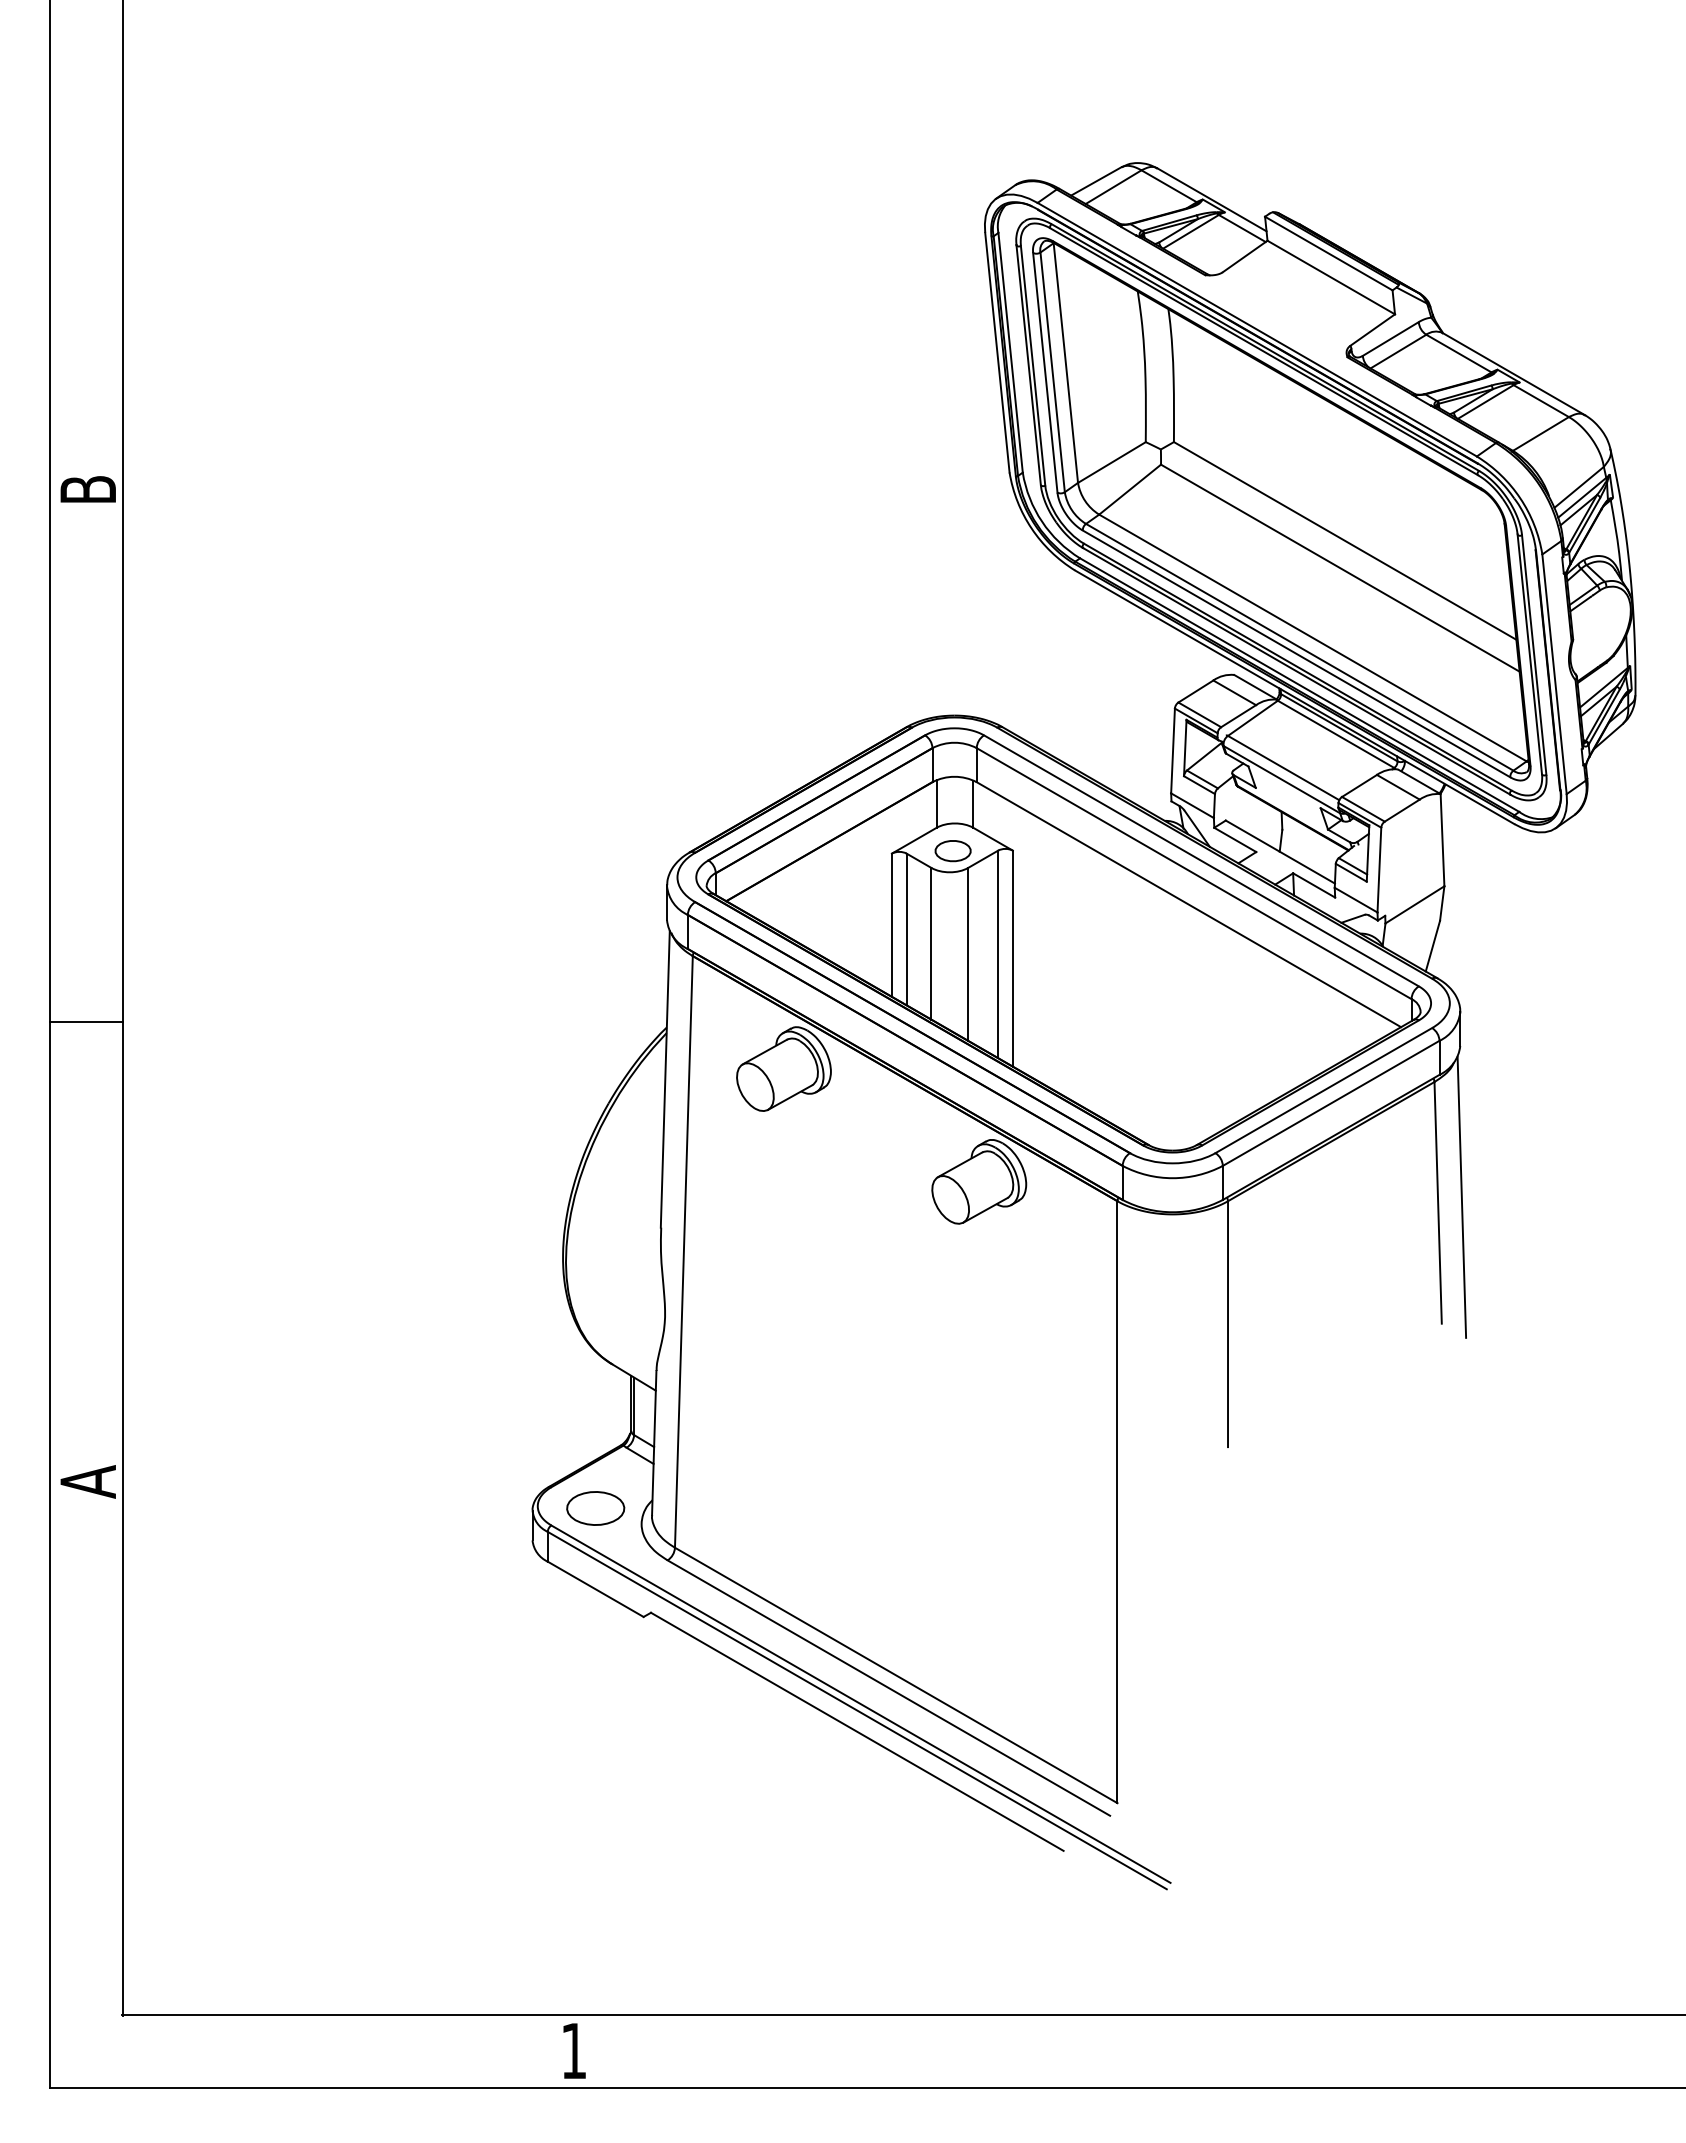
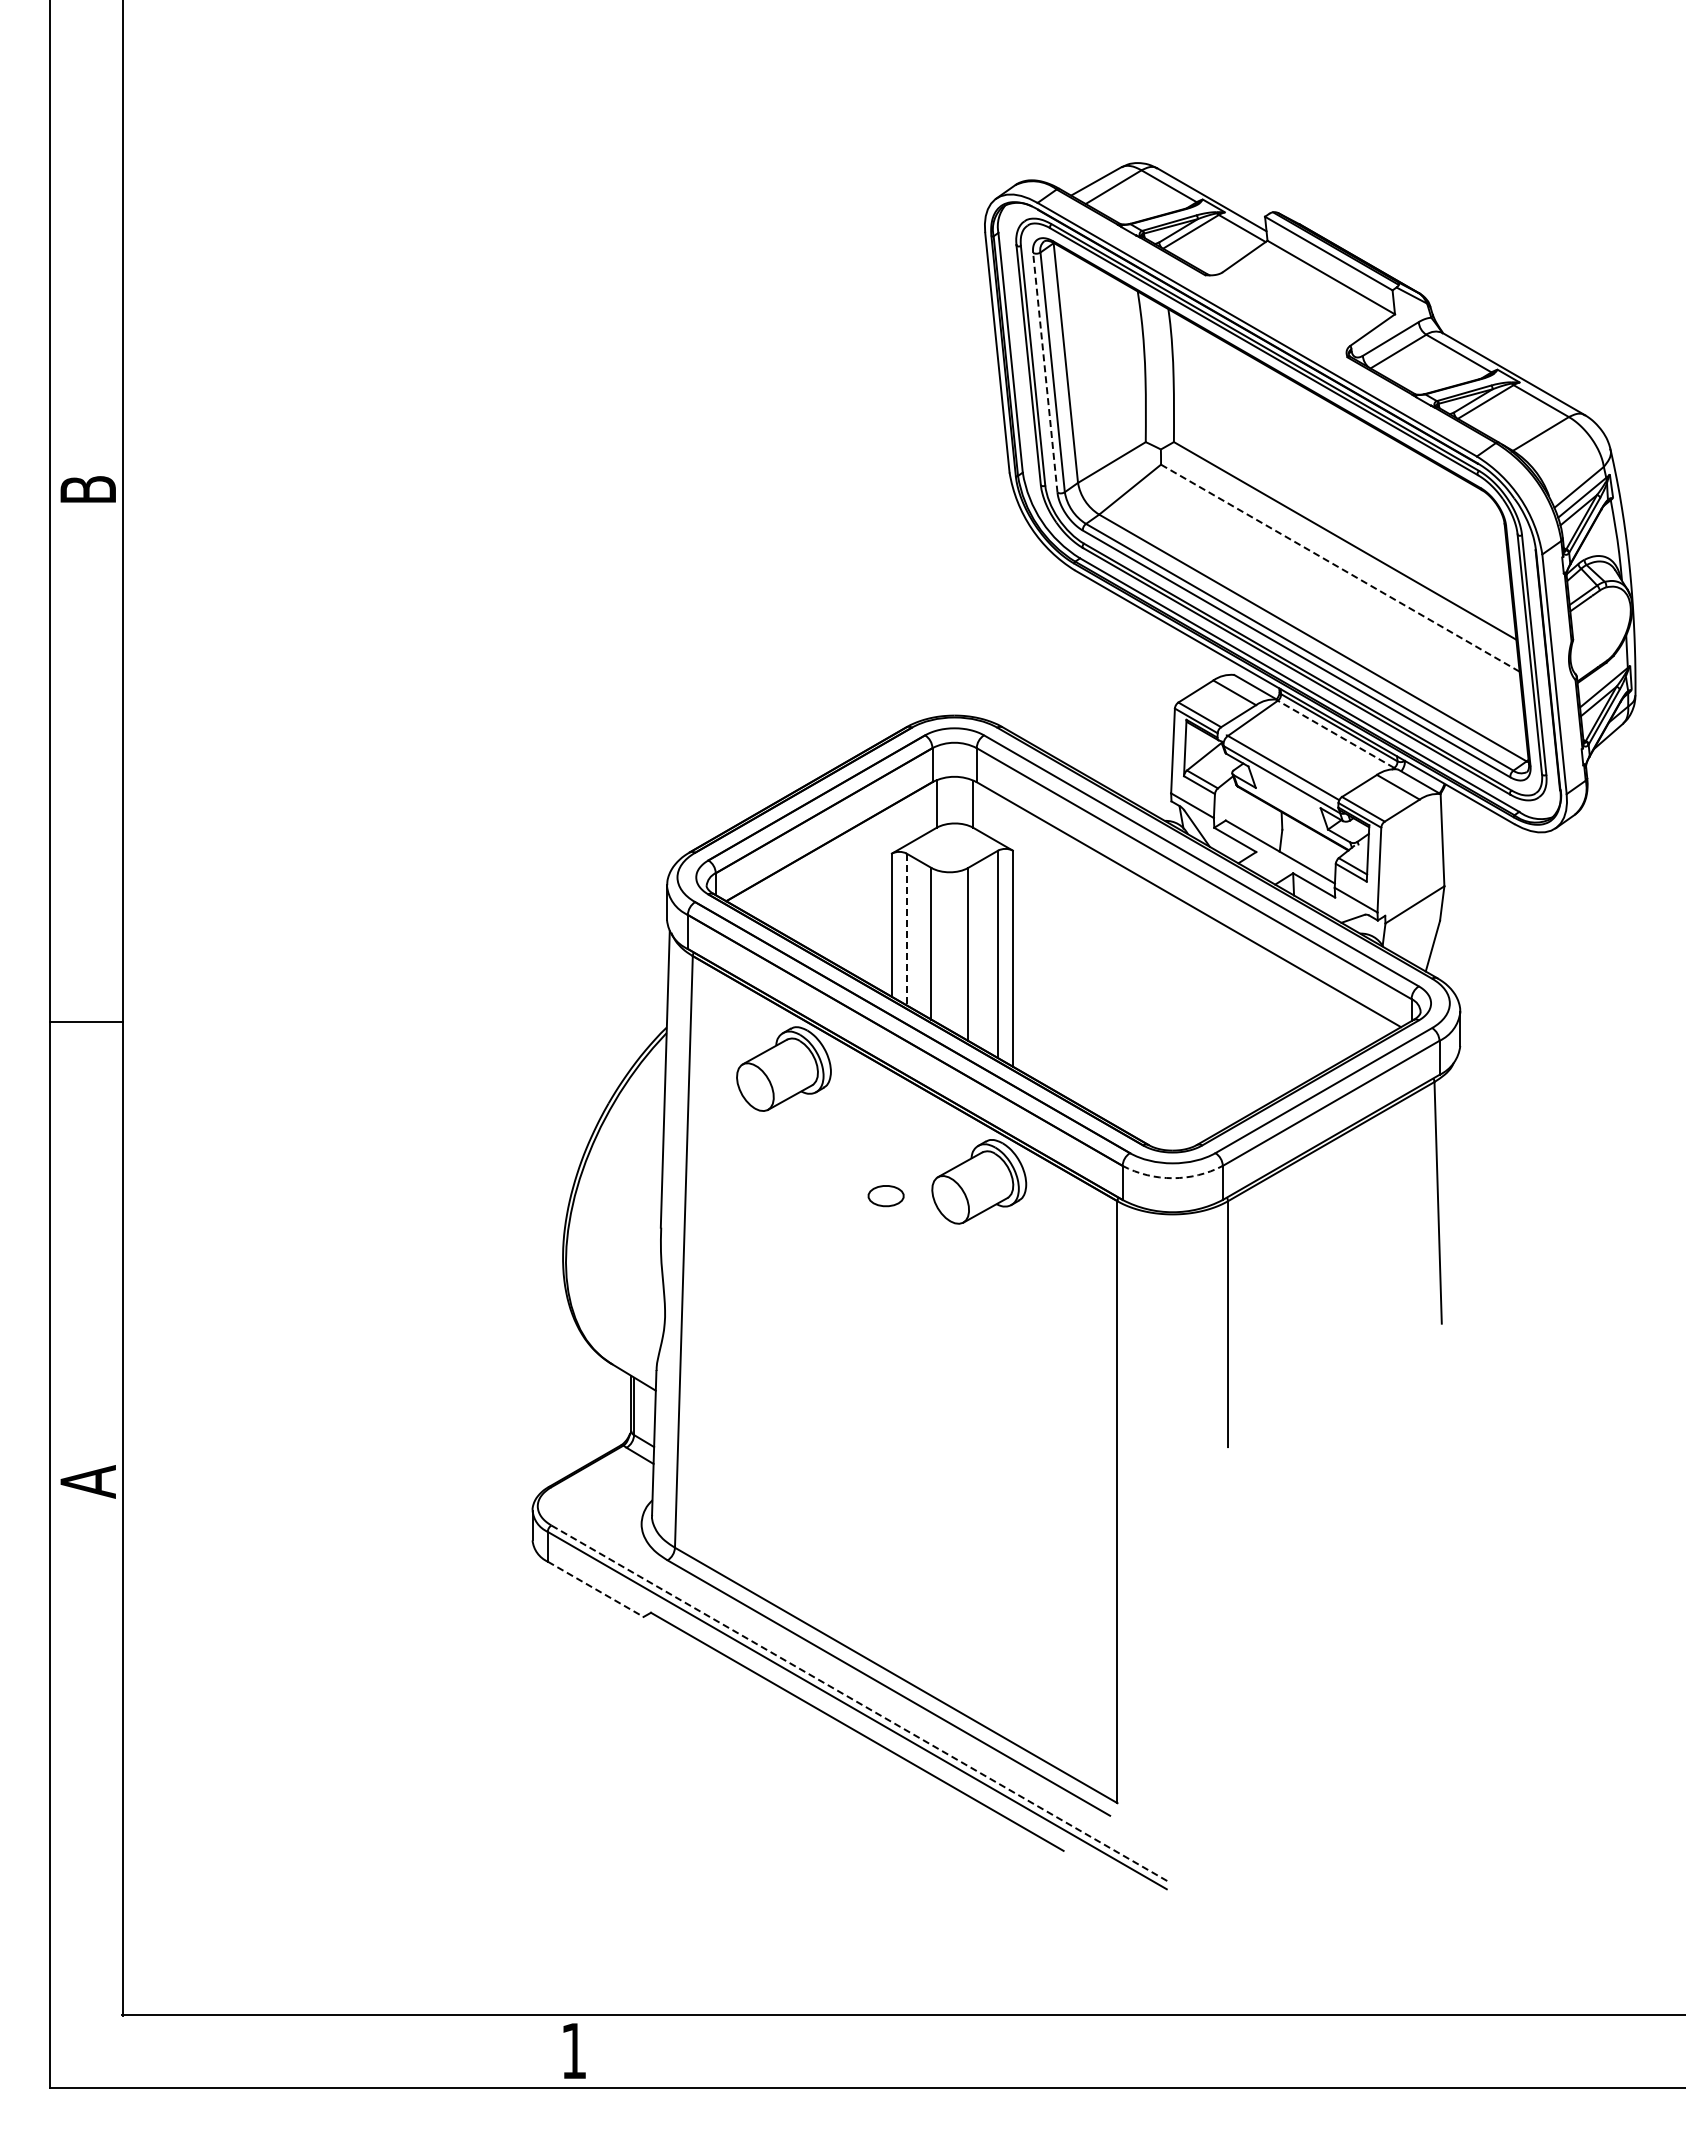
line at (1045, 372): solid -> dashed
line at (1340, 568): solid -> dashed
line at (1335, 734): solid -> dashed
part at (952, 851) position: (952, 851) -> (885, 1196)
line at (906, 929): solid -> dashed
arc at (1172, 1178): solid -> dashed
line at (1461, 1197): present -> none
part at (595, 1508): present -> none
line at (596, 1589): solid -> dashed
line at (861, 1704): solid -> dashed
